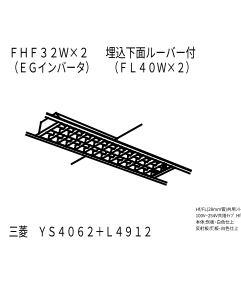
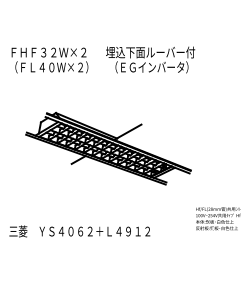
text at (52, 66): （ＥＧインバータ） -> （ＦＬ４０Ｗ×２）
text at (152, 66): （ＦＬ４０Ｗ×２） -> （ＥＧインバータ）
